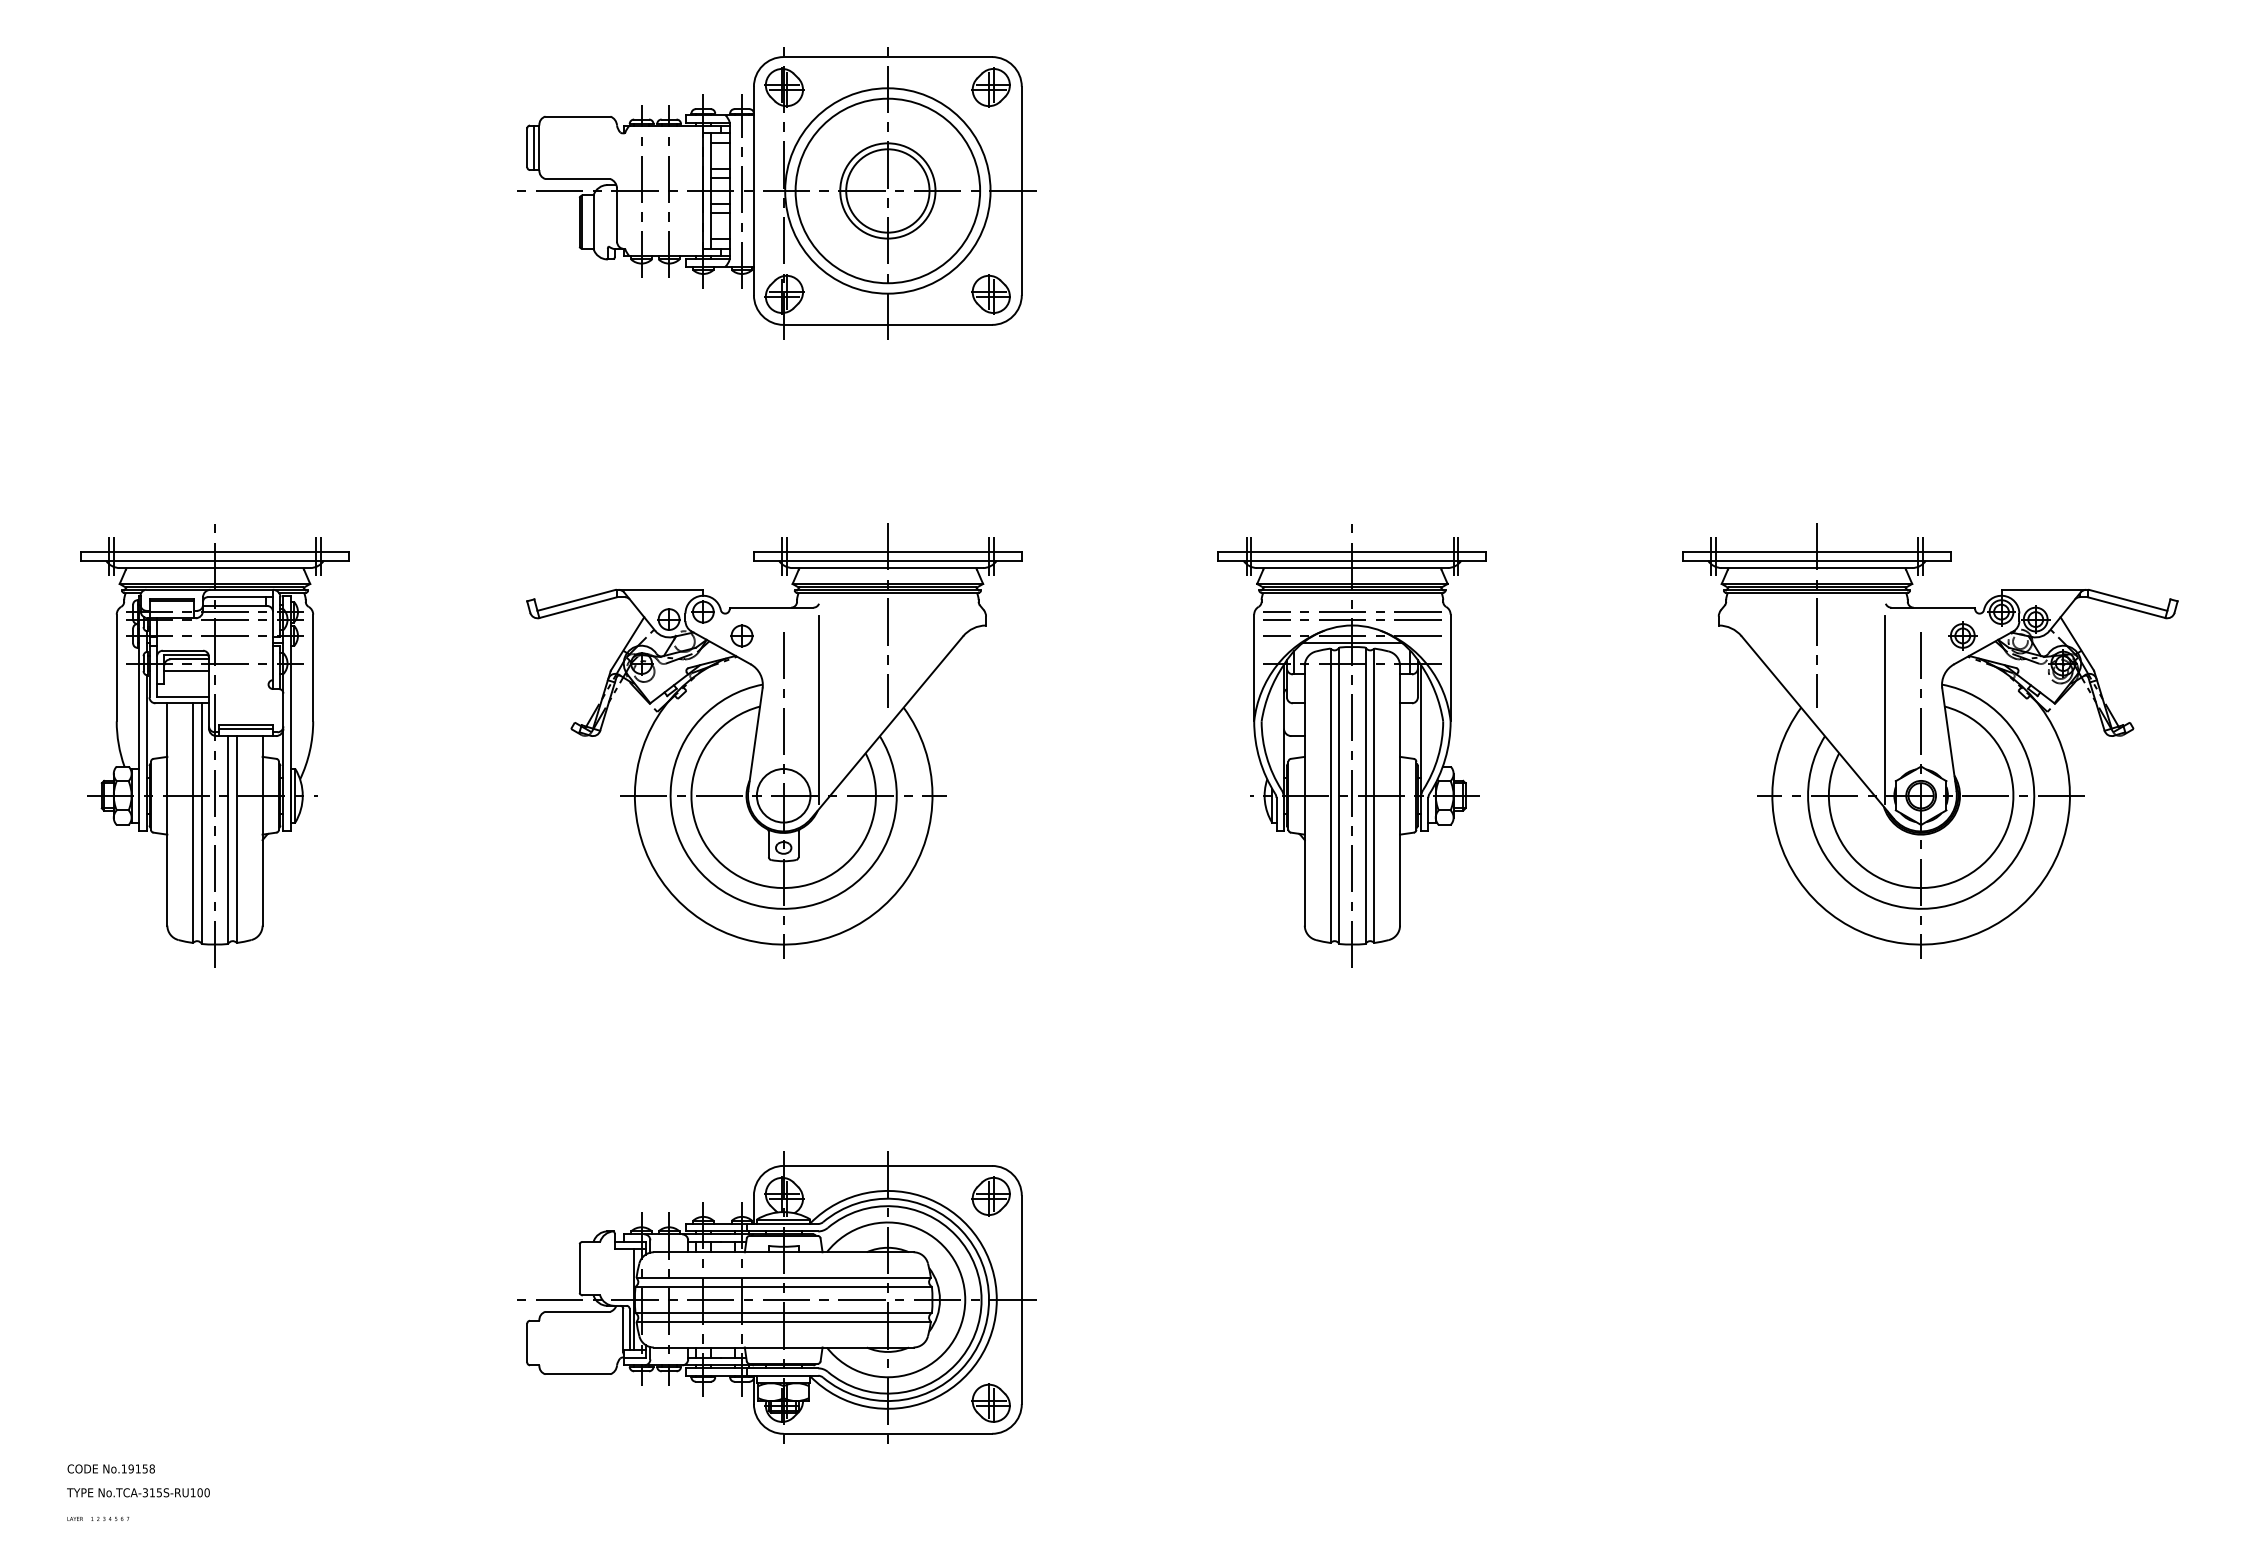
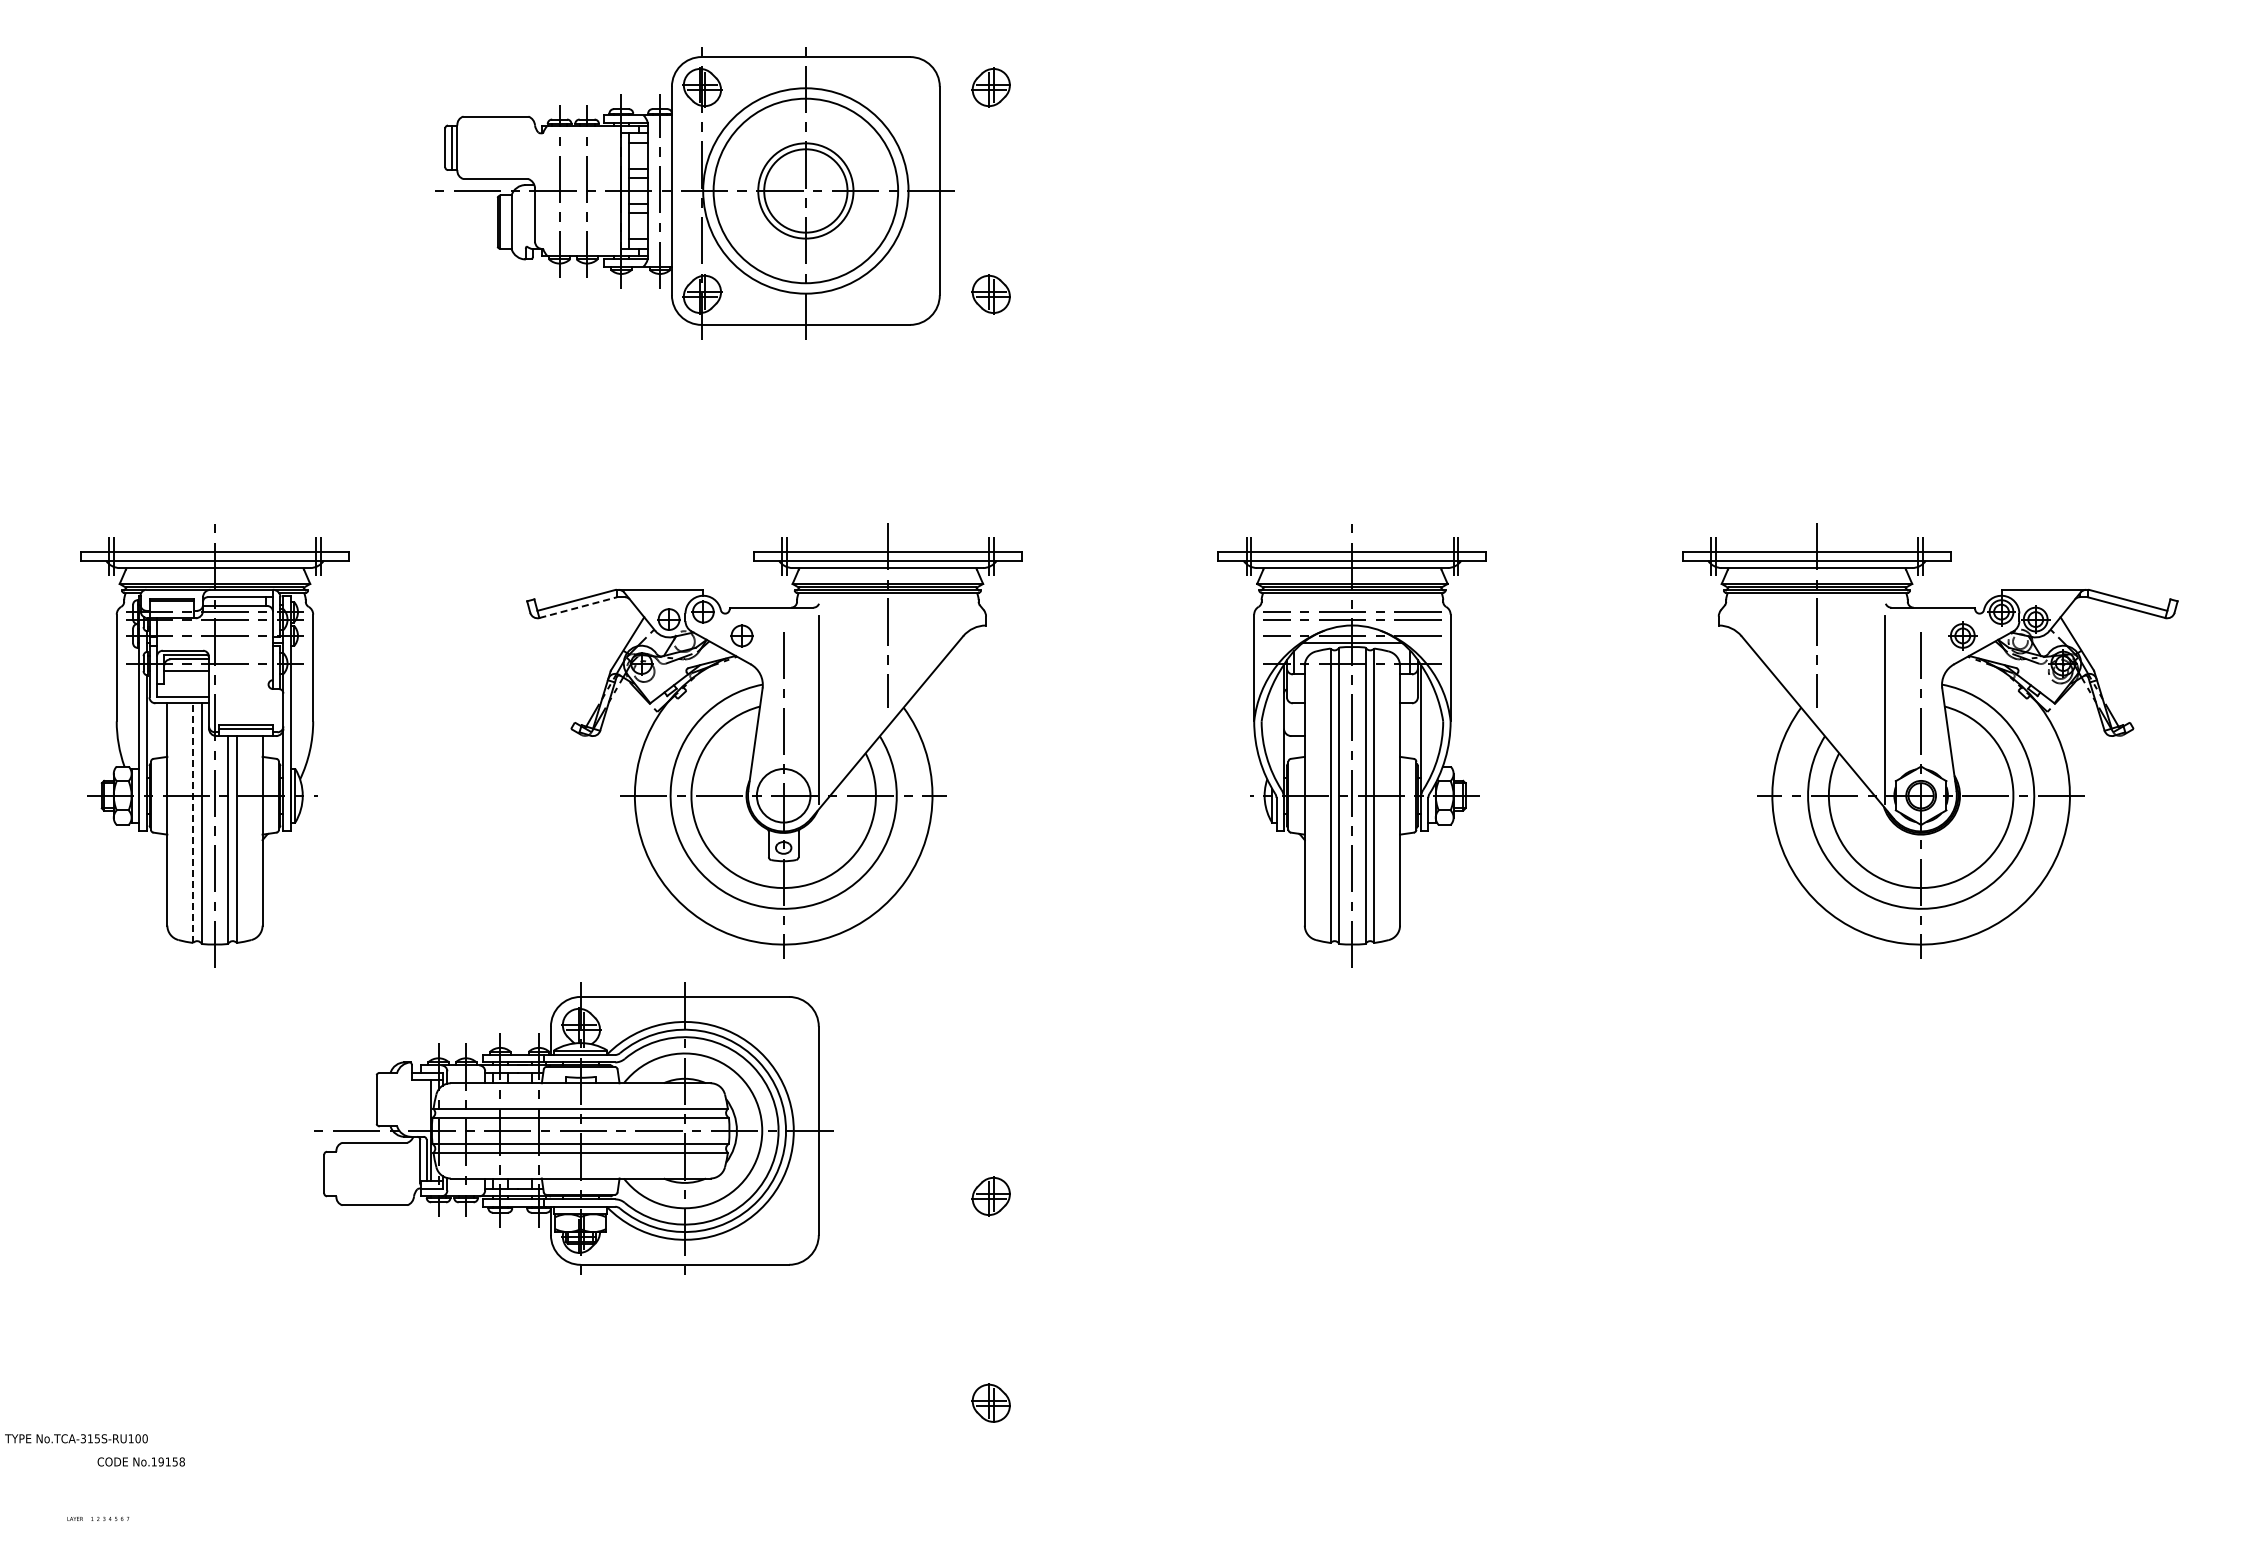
part at (776, 193) position: (776, 193) -> (694, 193)
line at (578, 607): solid -> dashed
line at (193, 823): solid -> dashed
part at (776, 1297) position: (776, 1297) -> (573, 1128)
text at (110, 1468) position: (110, 1468) -> (140, 1461)
text at (138, 1492) position: (138, 1492) -> (76, 1438)
